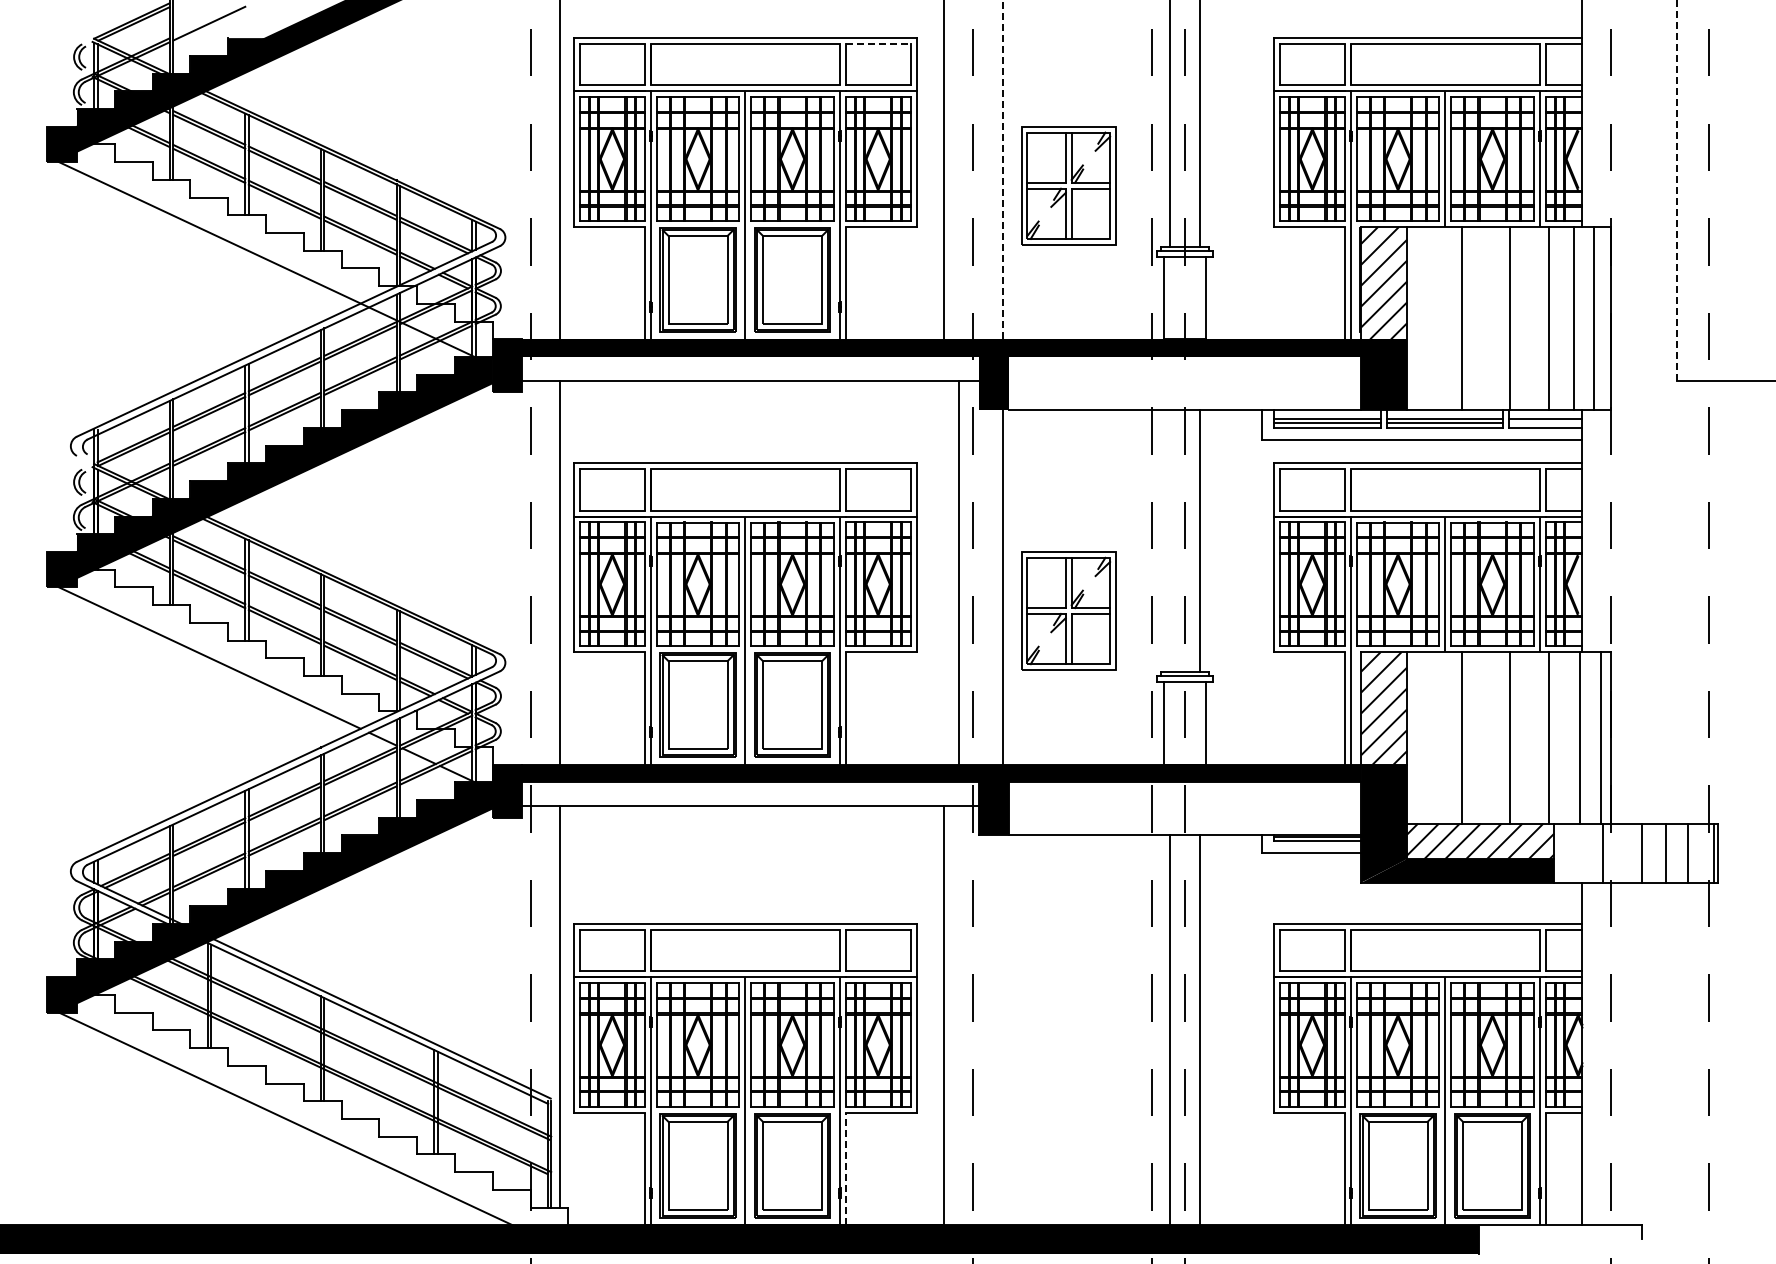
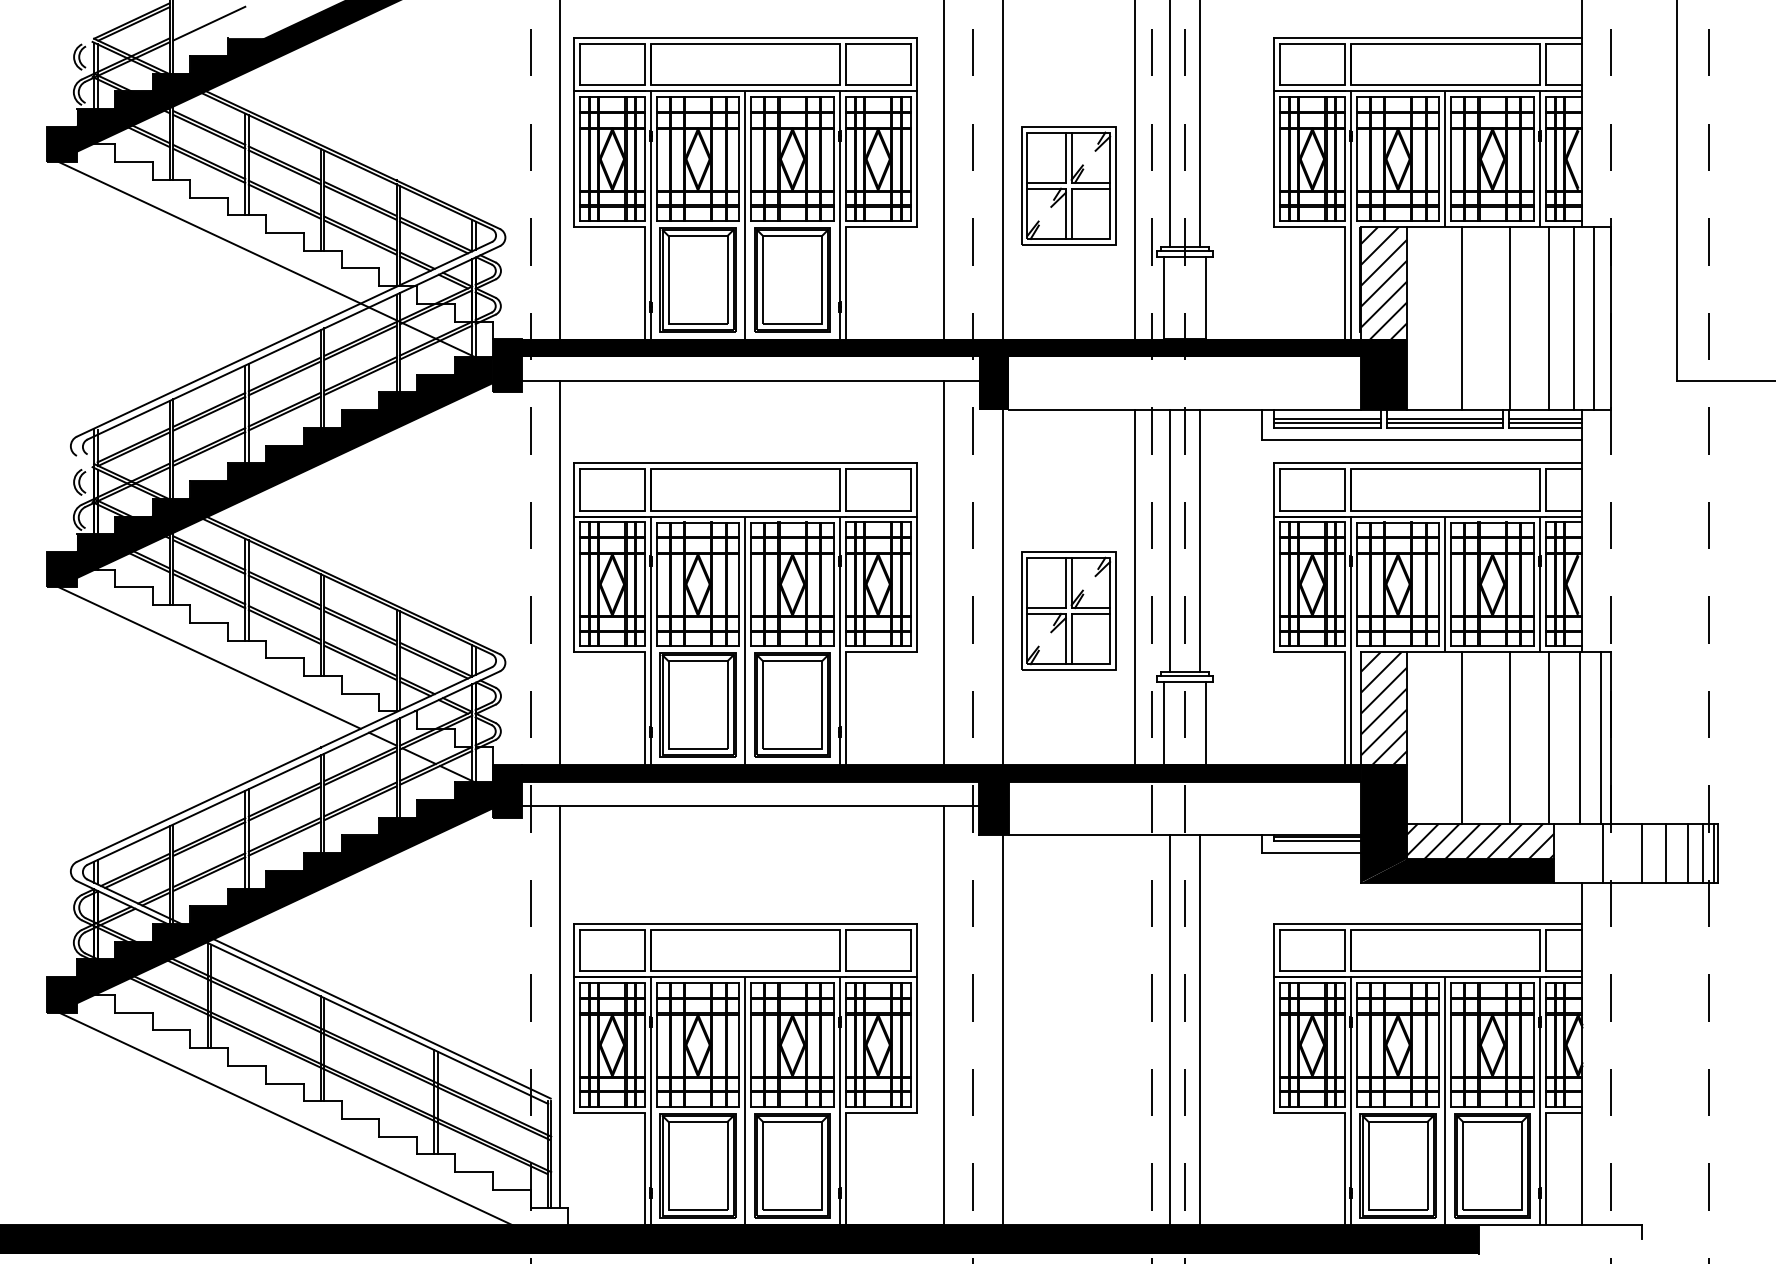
line at (878, 44): dashed -> solid
line at (1002, 169): dashed -> solid
line at (1134, 170): none -> present
line at (1676, 189): dashed -> solid
line at (1545, 422): none -> present
line at (1170, 541): none -> present
line at (958, 572) position: (958, 572) -> (943, 572)
line at (1134, 587): none -> present
line at (1703, 852): none -> present
line at (1002, 1030): none -> present
line at (845, 1168): dashed -> solid
